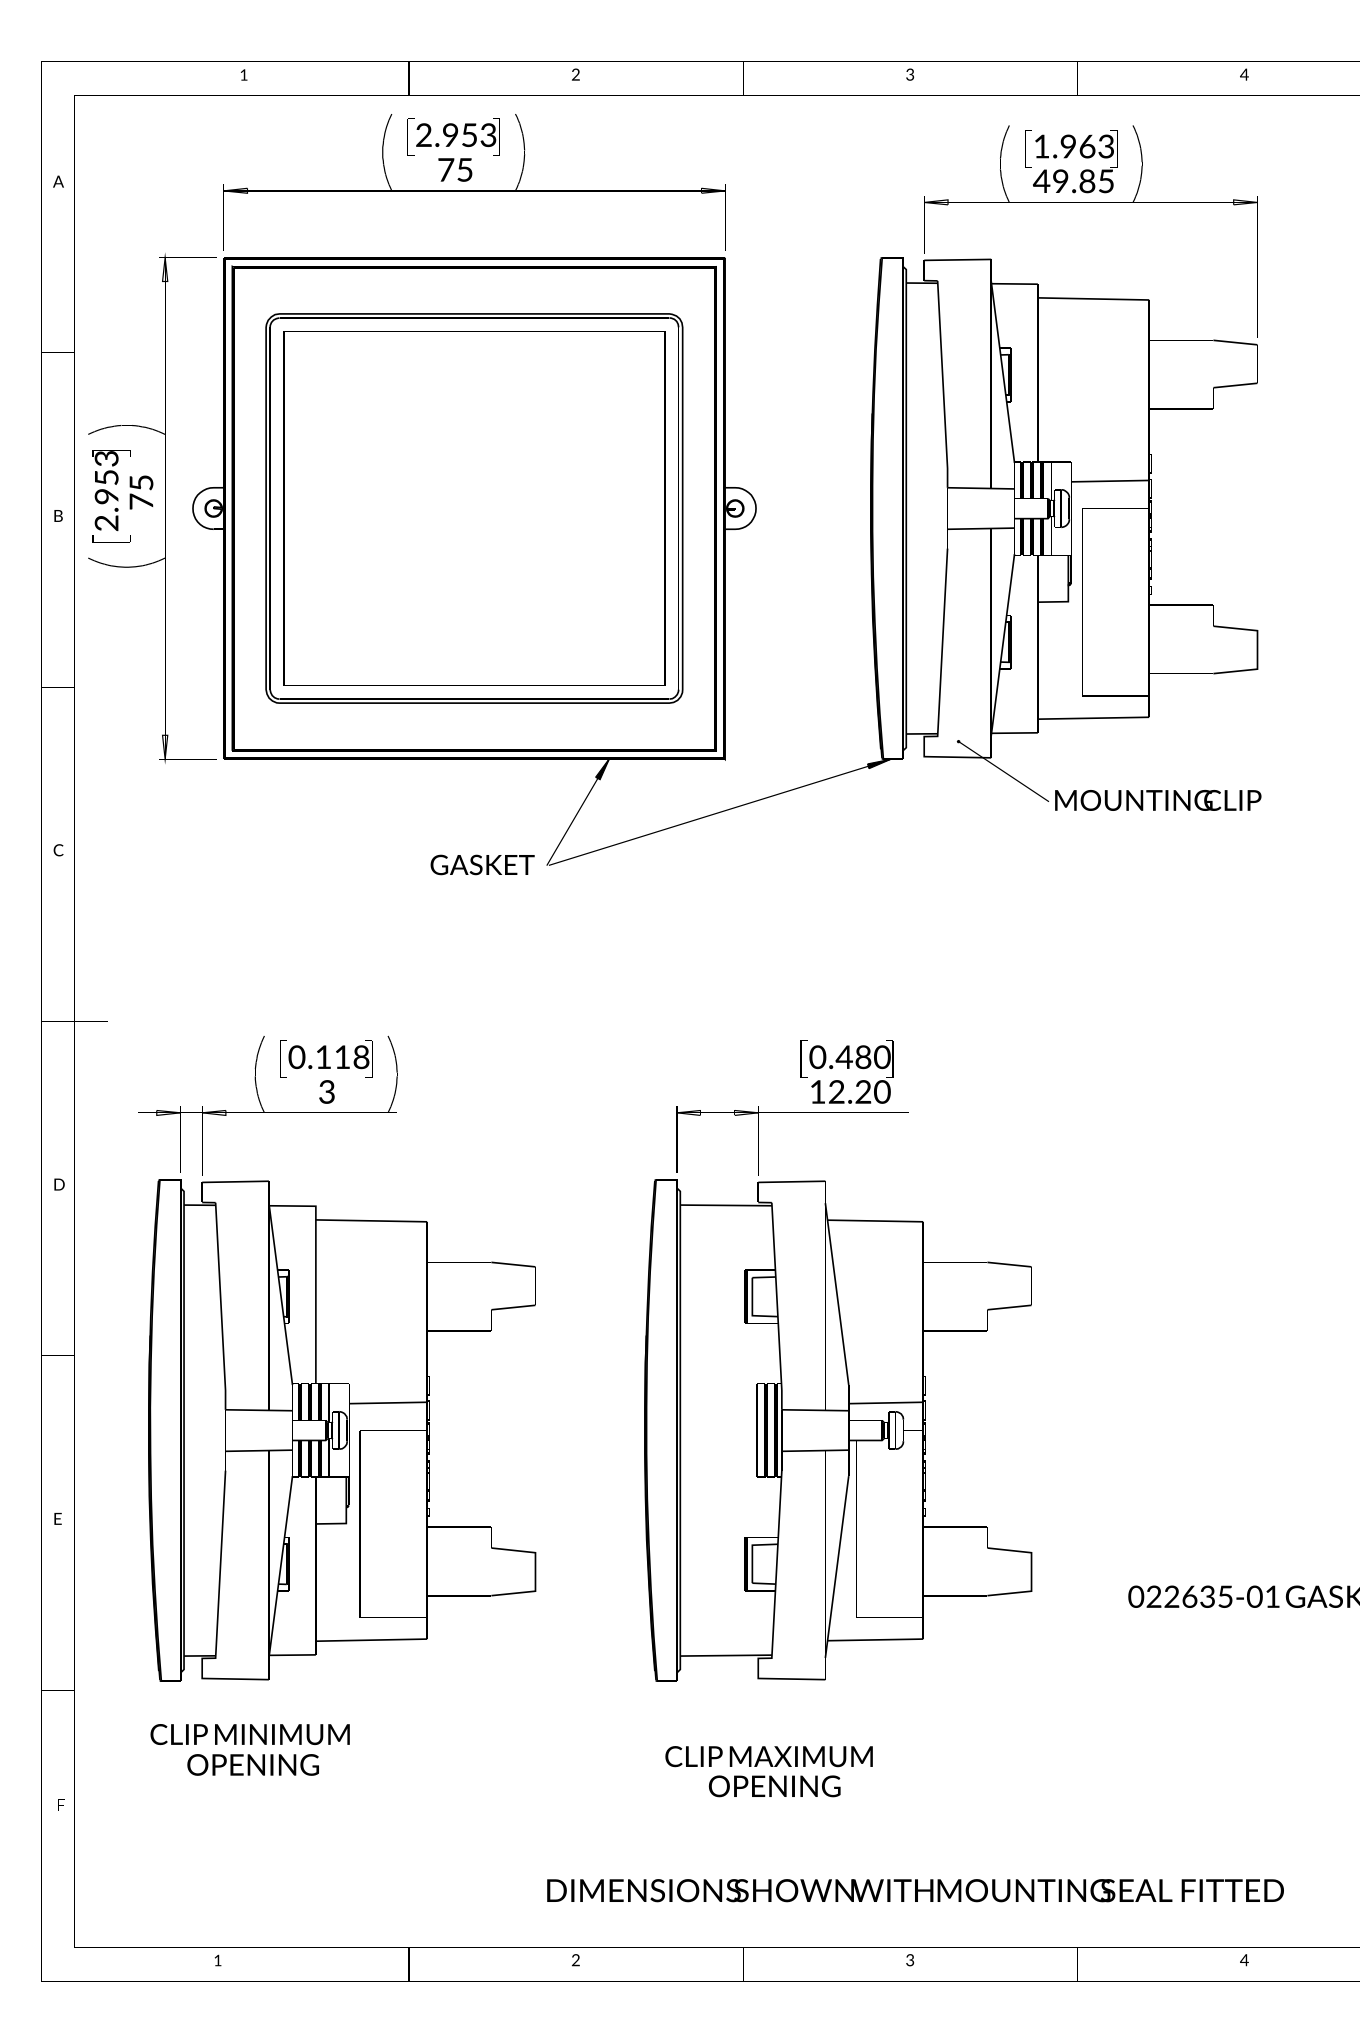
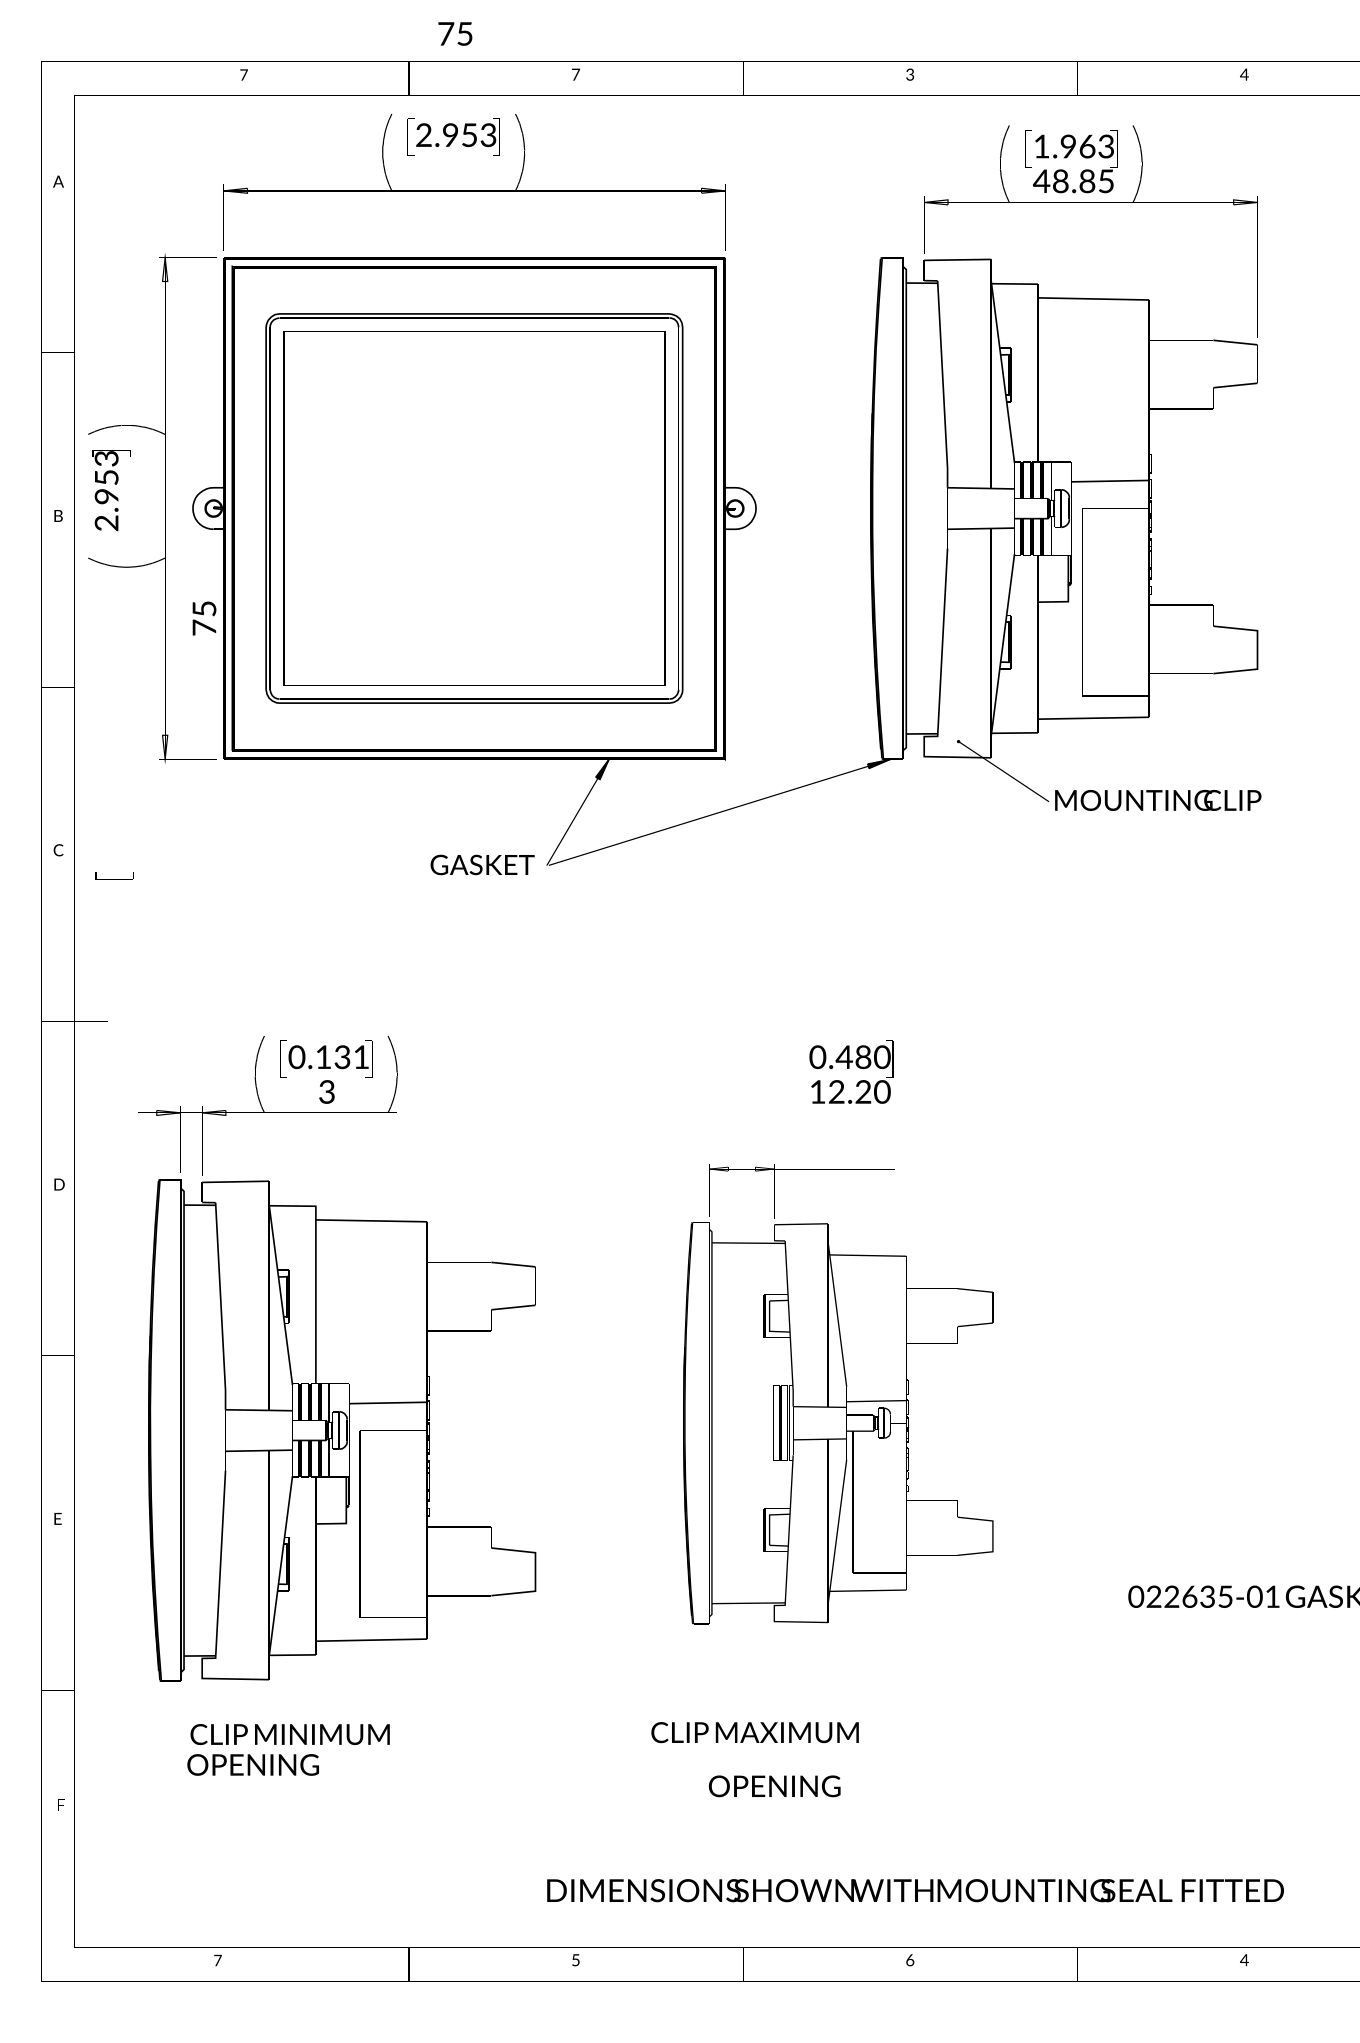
text at (243, 74): 1 -> 7
text at (575, 74): 2 -> 7
text at (455, 169) position: (455, 169) -> (455, 33)
text at (1060, 182): 49.85 -> 48.85
text at (141, 492) position: (141, 492) -> (204, 618)
part at (111, 538) position: (111, 538) -> (114, 875)
text at (351, 1057): 0.118 -> 0.131
line at (801, 1058): present -> none
part at (838, 1393) size: 389x576 px -> 311x461 px
text at (249, 1734) position: (249, 1734) -> (289, 1734)
text at (768, 1756) position: (768, 1756) -> (754, 1732)
text at (910, 1959): 3 -> 6
text at (217, 1960): 1 -> 7
text at (575, 1960): 2 -> 5
